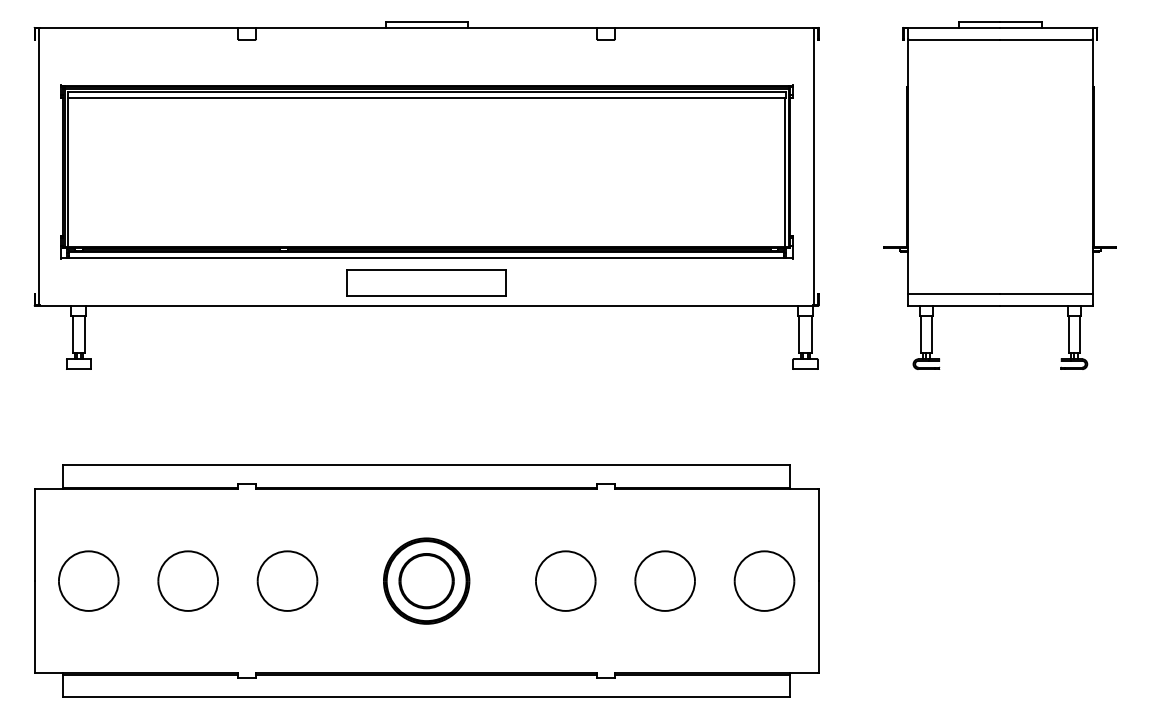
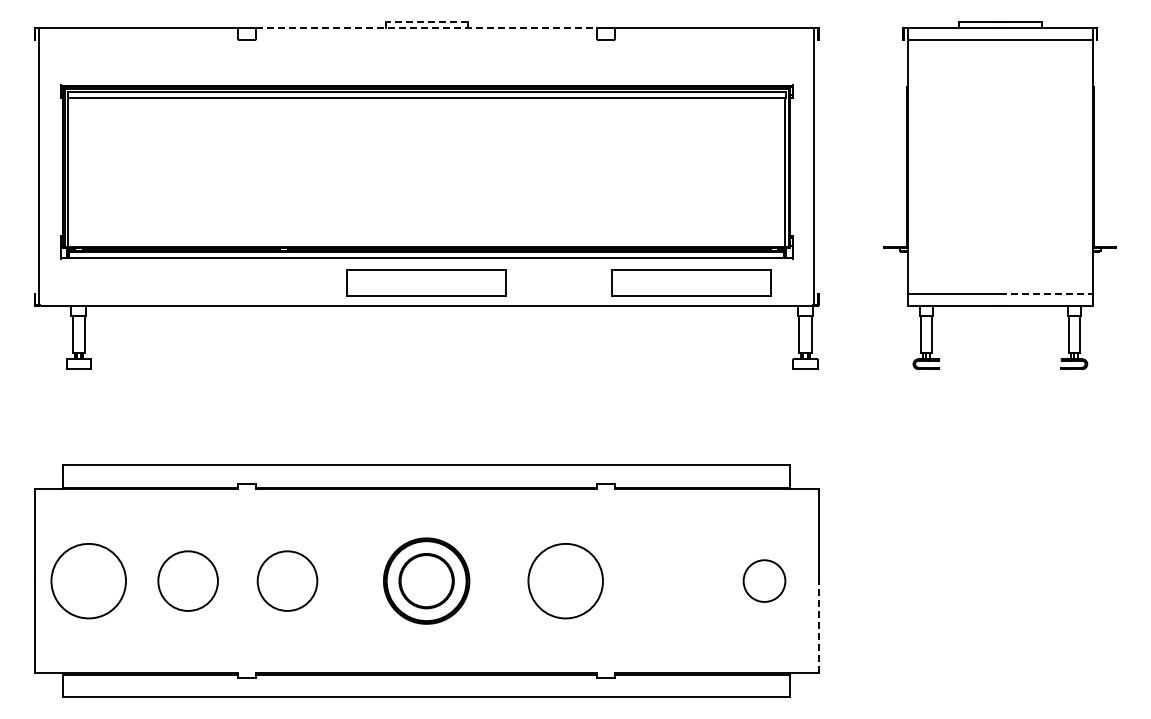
line at (426, 21): solid -> dashed
line at (426, 27): solid -> dashed
part at (691, 282): none -> present
line at (1046, 293): solid -> dashed
part at (88, 580) size: 62x62 px -> 77x77 px
part at (565, 580) size: 62x62 px -> 77x77 px
part at (664, 580): present -> none
part at (764, 580) size: 63x62 px -> 45x44 px
line at (818, 626): solid -> dashed
